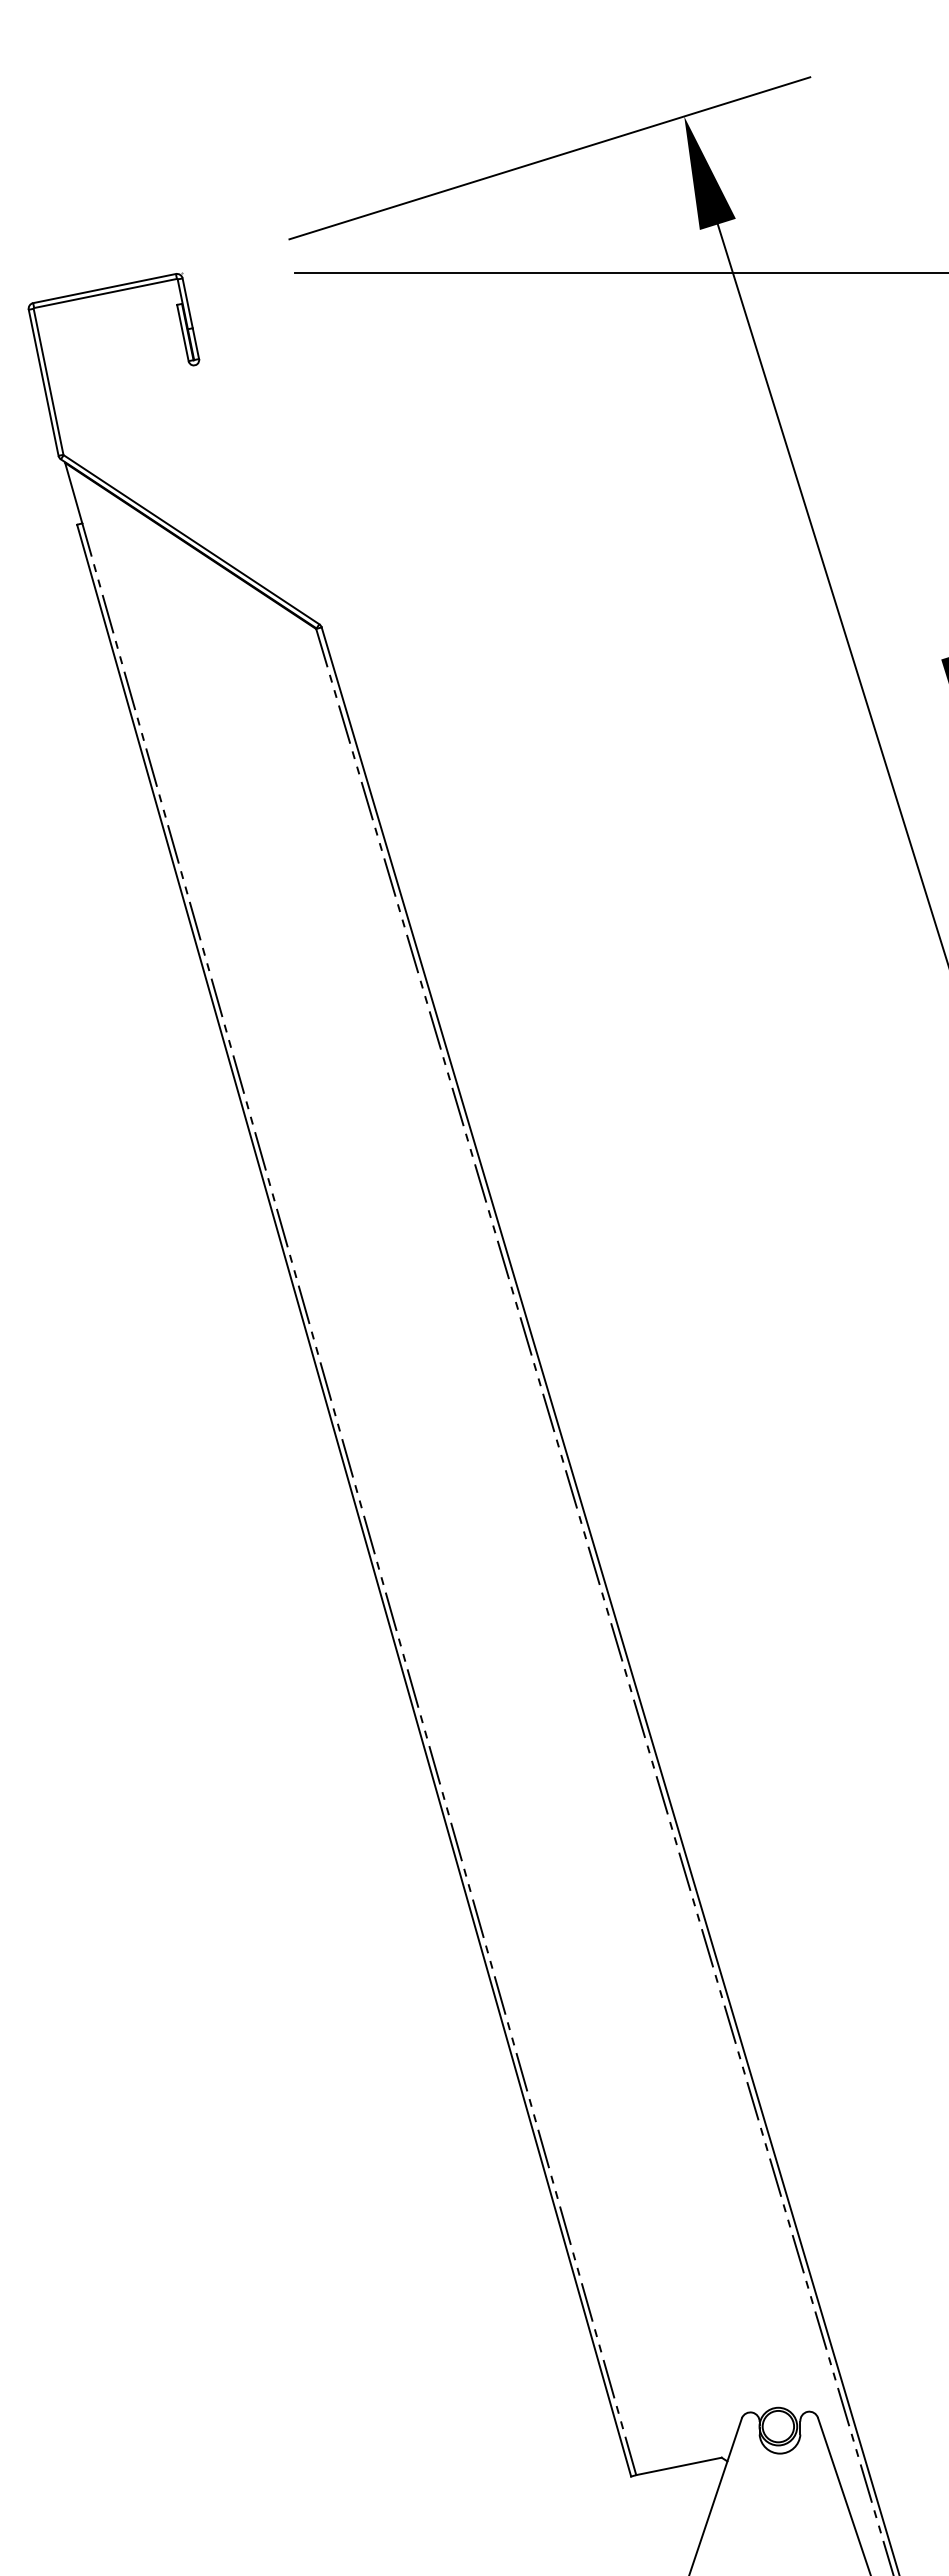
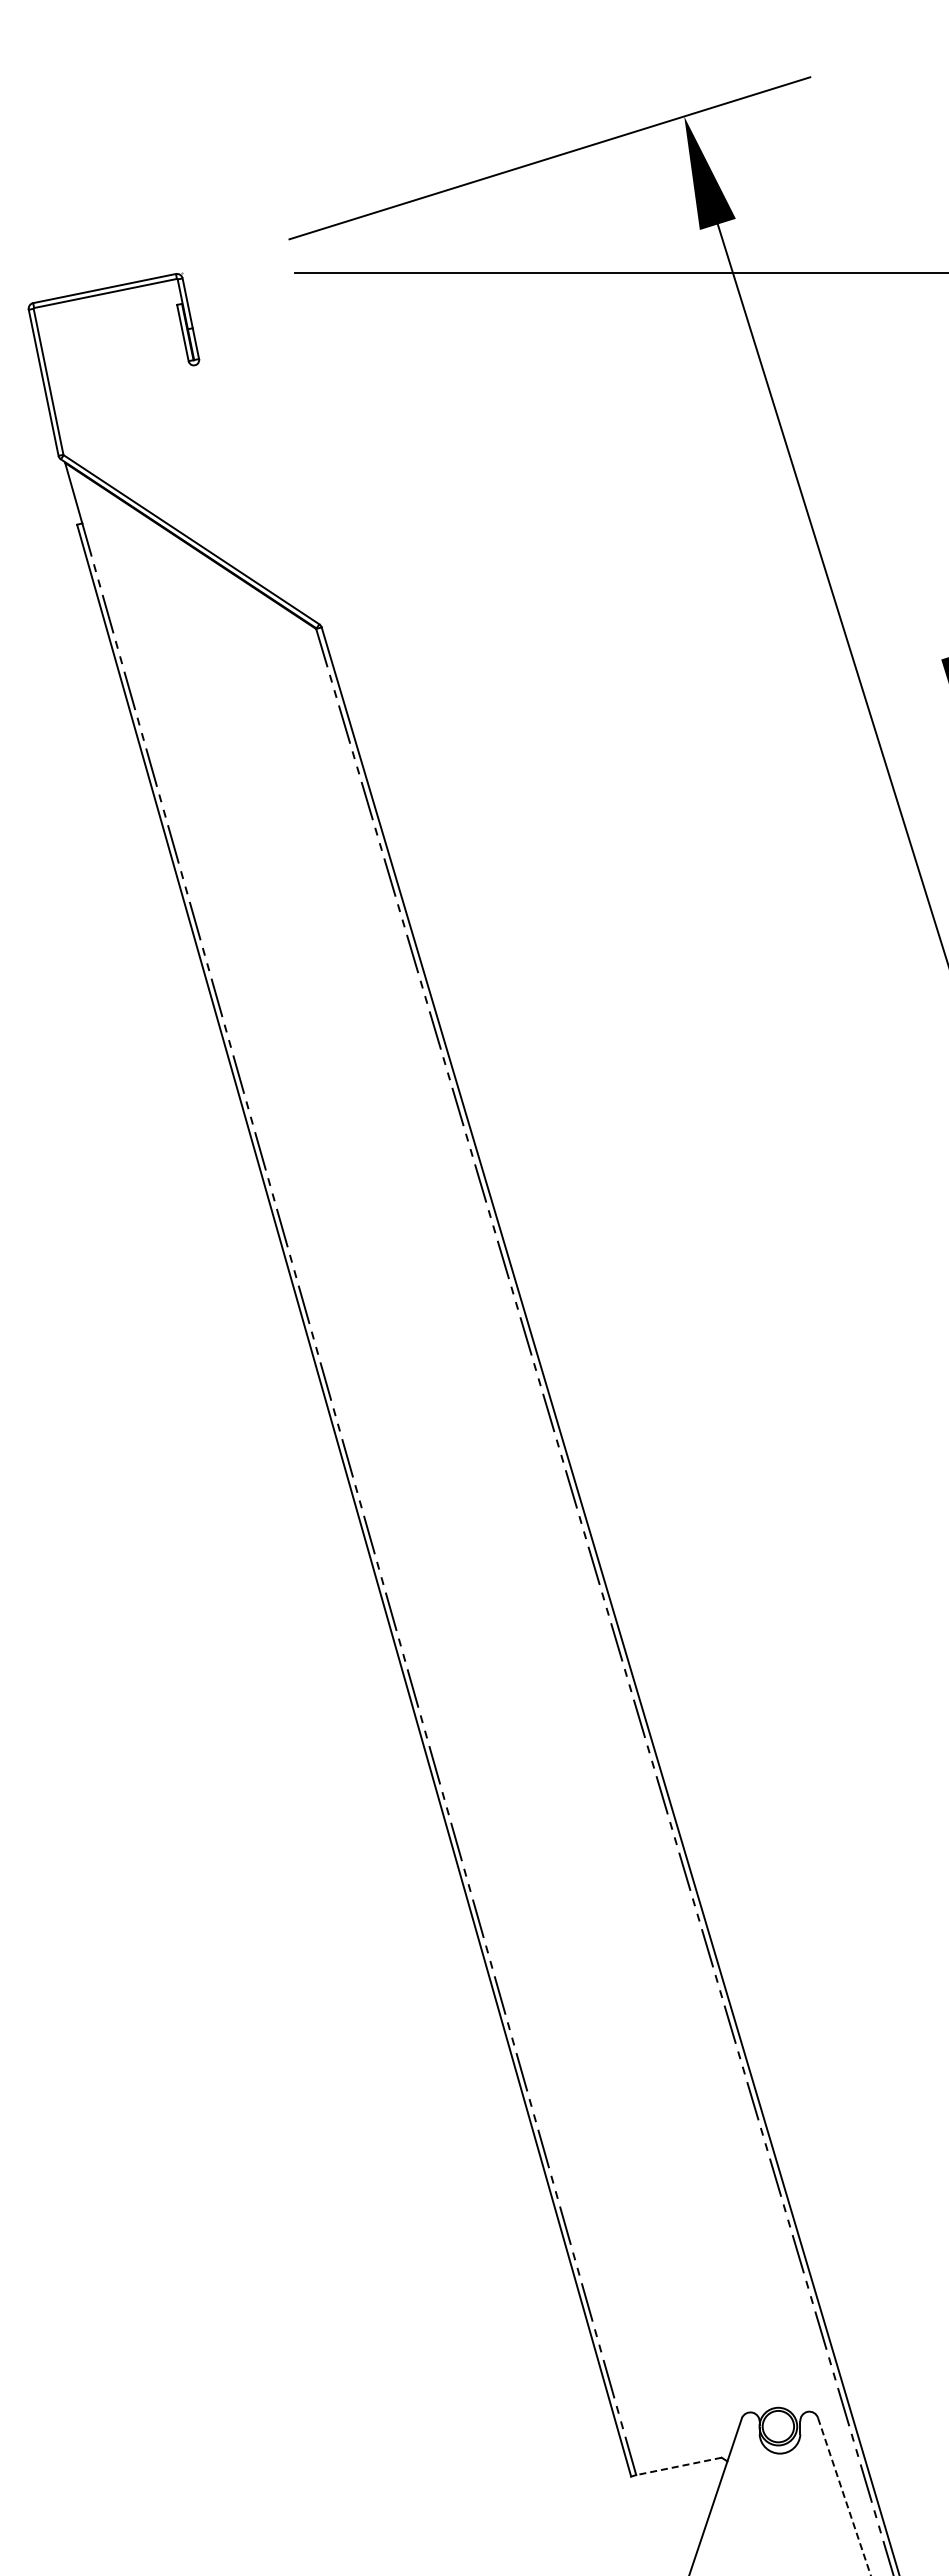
line at (678, 2466): solid -> dashed
line at (844, 2496): solid -> dashed
